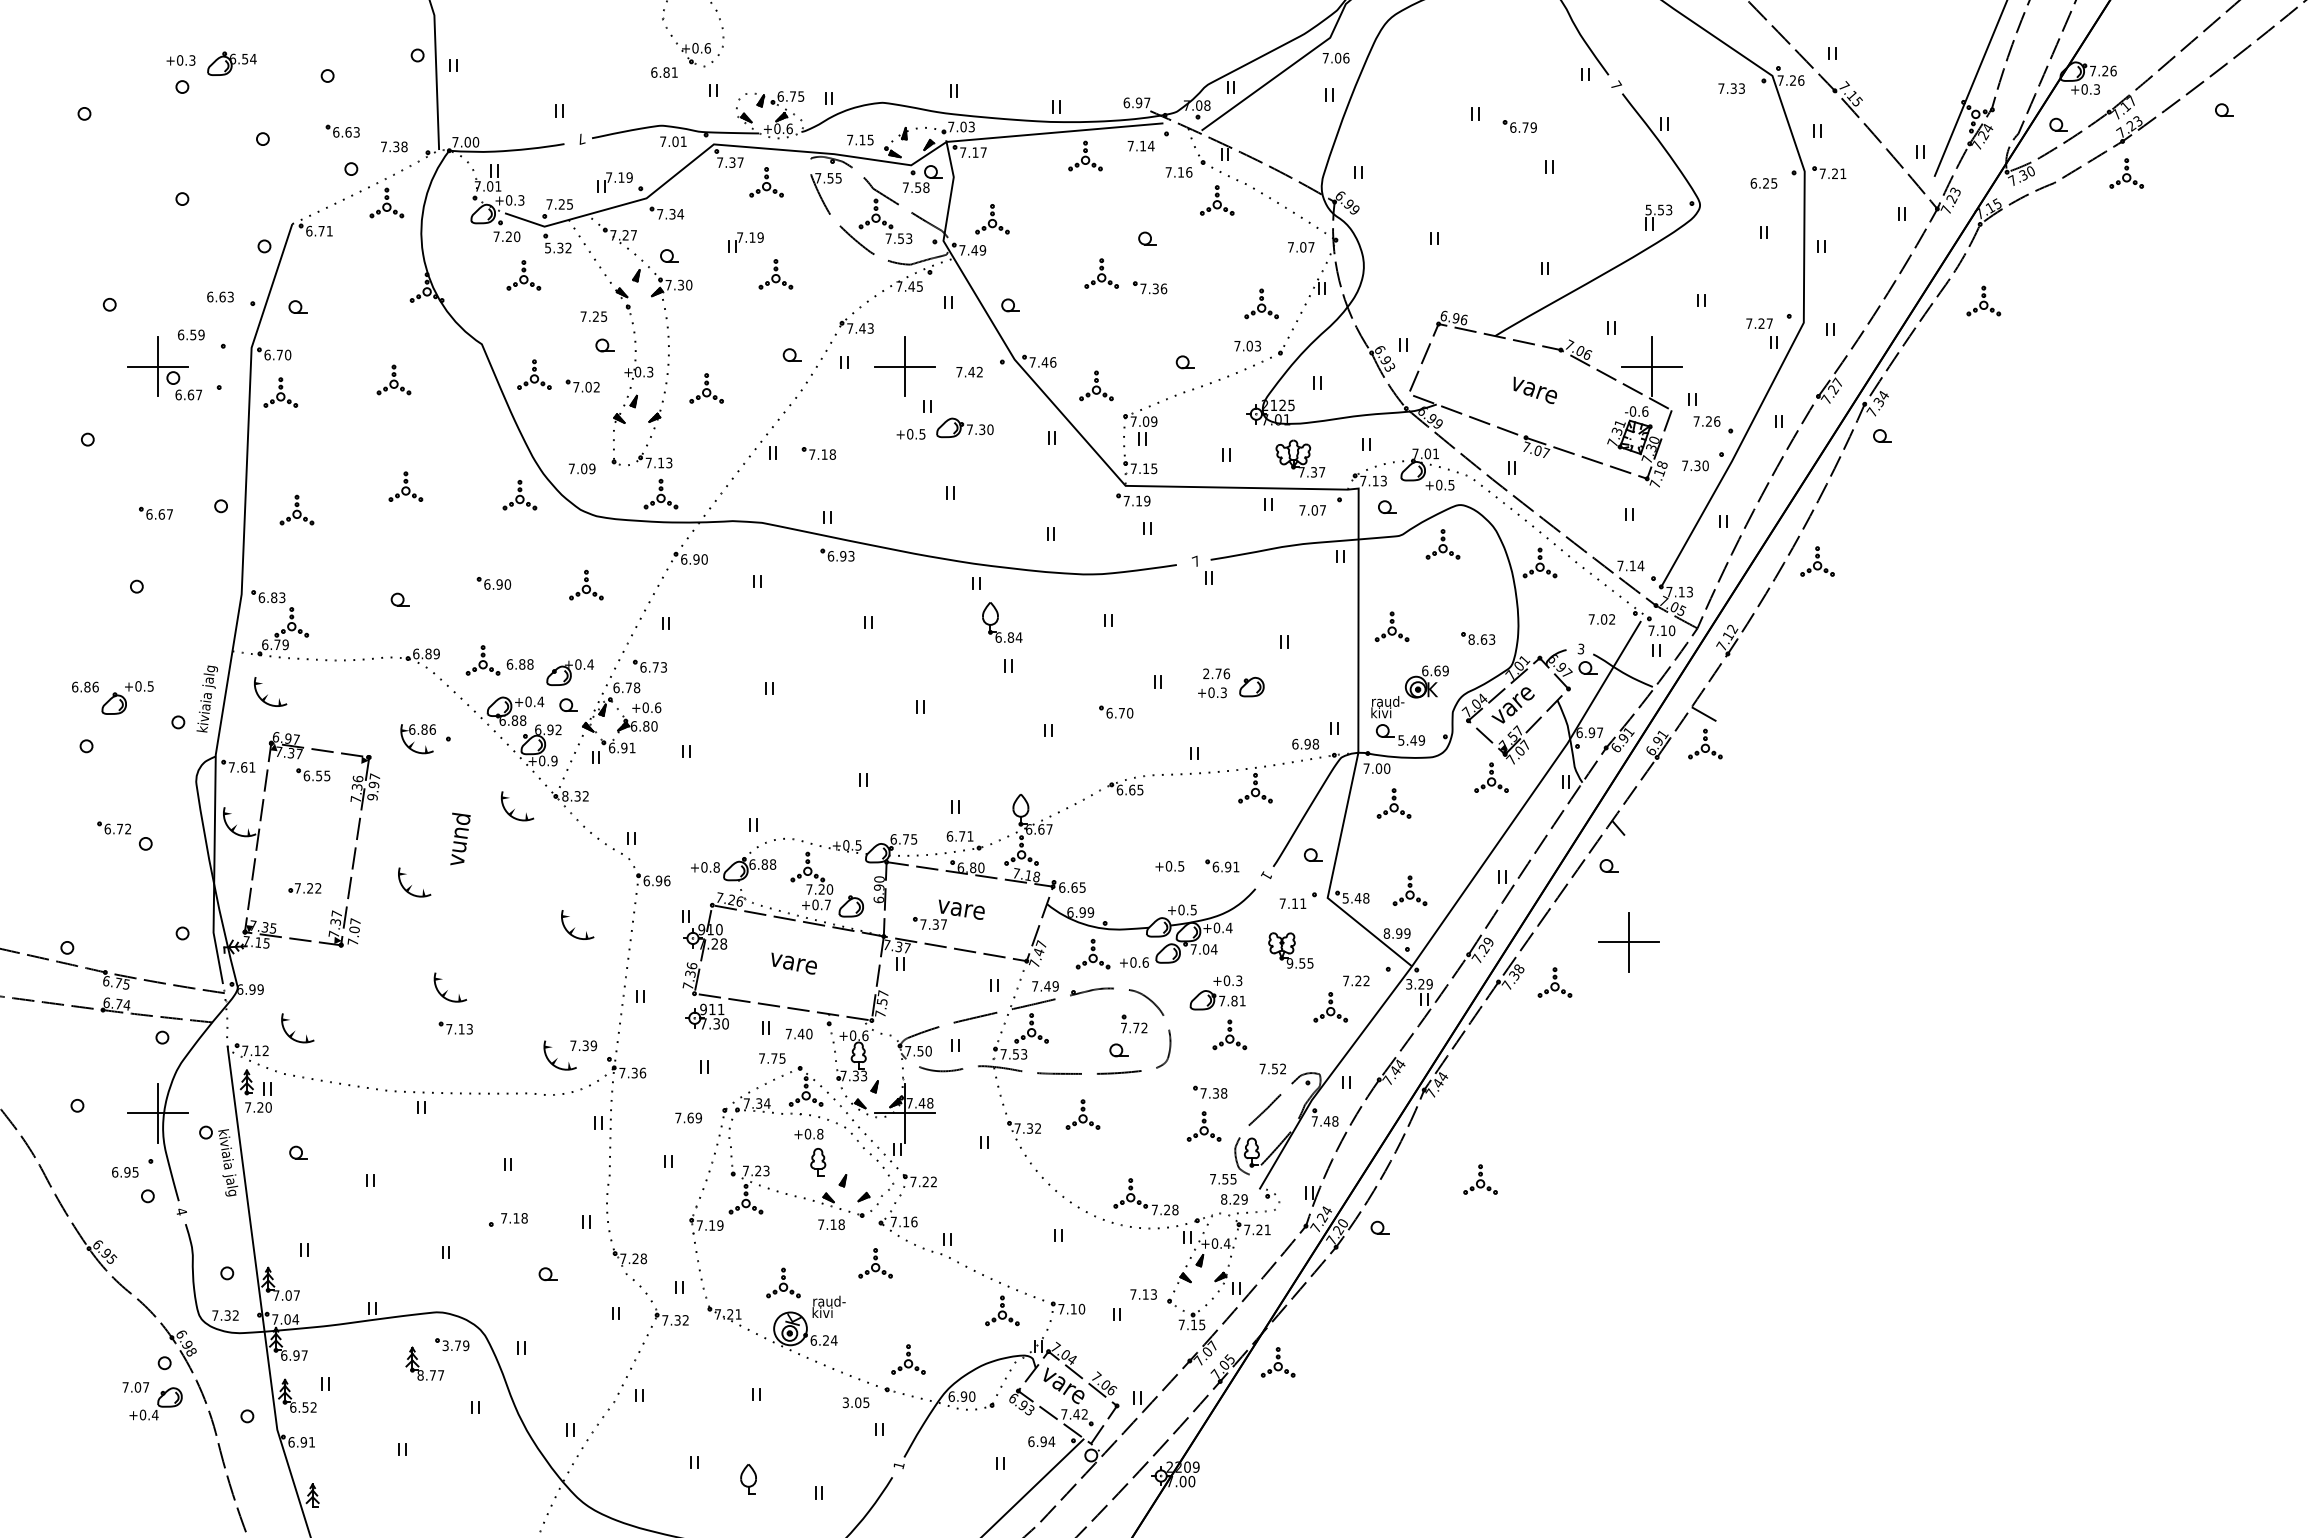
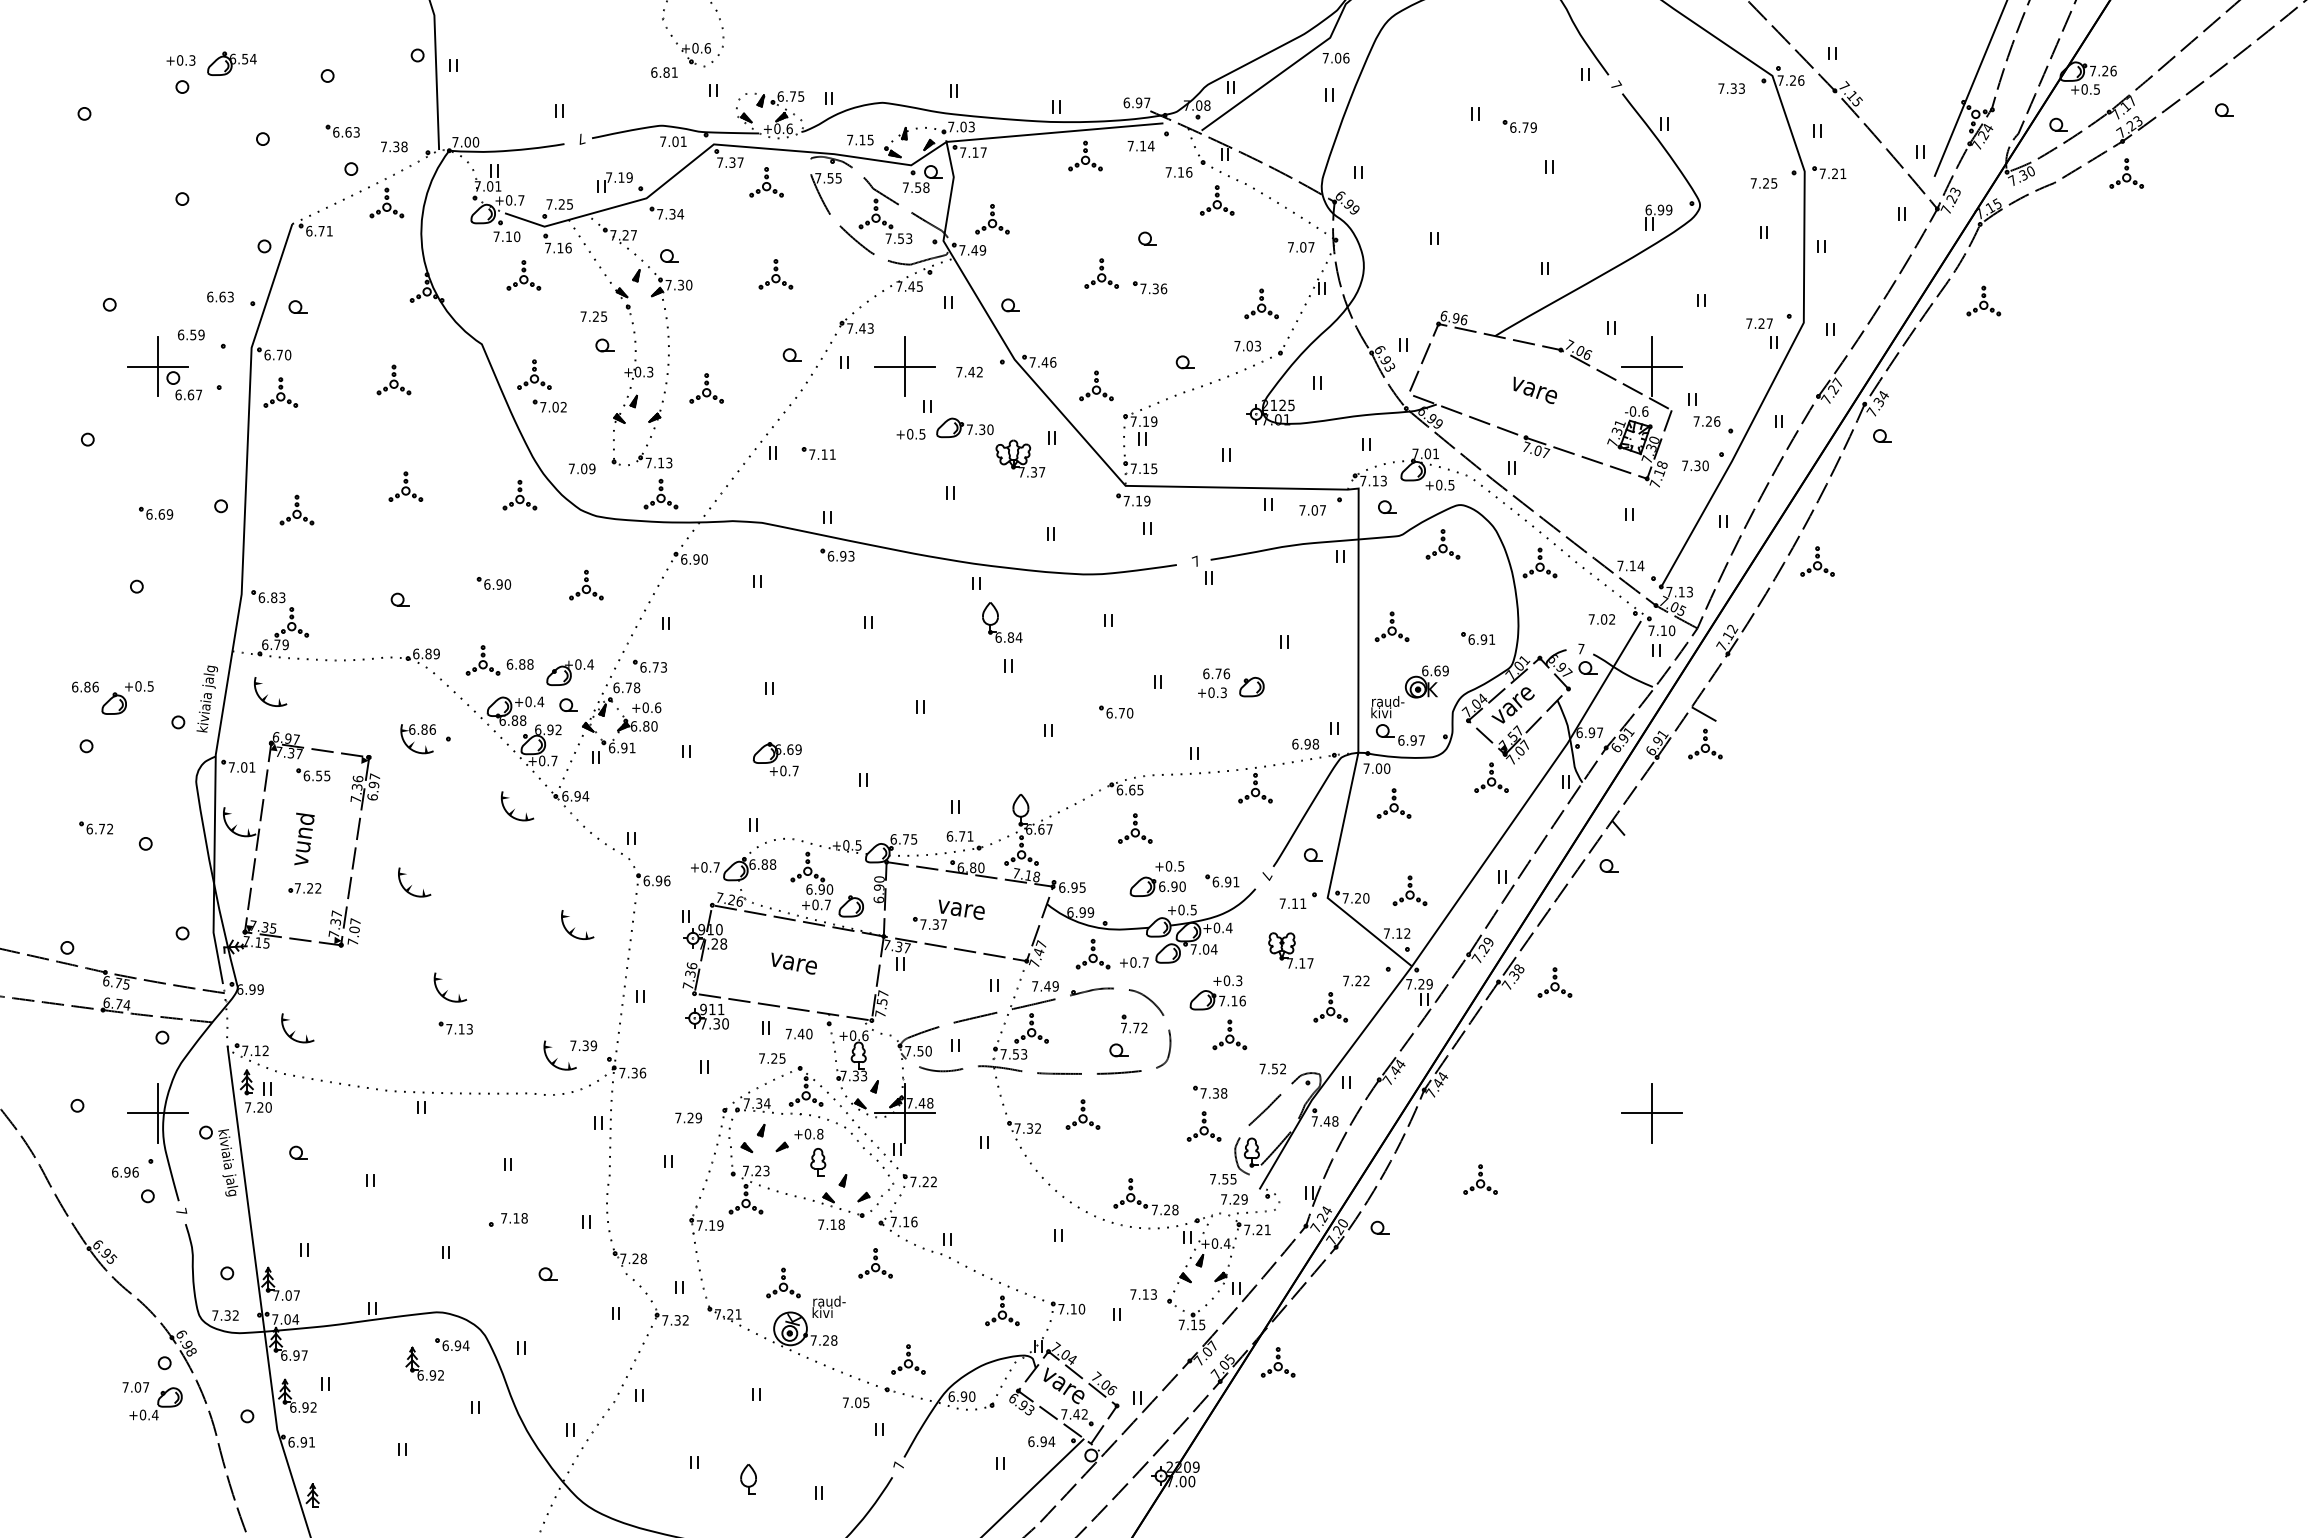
text at (2096, 88): +0.3 -> +0.5
text at (1753, 183): 6.25 -> 7.25
text at (521, 200): +0.3 -> +0.7
text at (1658, 209): 5.53 -> 6.99
text at (508, 236): 7.20 -> 7.10
part at (745, 242): present -> none
text at (558, 247): 5.32 -> 7.16
part at (582, 385) position: (582, 385) -> (549, 405)
text at (1145, 421): 7.09 -> 7.19
text at (832, 454): 7.18 -> 7.11
part at (1300, 458) position: (1300, 458) -> (1020, 458)
text at (169, 514): 6.67 -> 6.69
text at (1481, 639): 8.63 -> 6.91
text at (1580, 648): 3 -> 7
text at (1206, 673): 2.76 -> 6.76
text at (1411, 740): 5.49 -> 6.97
part at (776, 759): none -> present
text at (554, 760): +0.9 -> +0.7
text at (244, 767): 7.61 -> 7.01
text at (575, 796): 8.32 -> 6.94
text at (372, 797): 9.97 -> 6.97
part at (113, 827) position: (113, 827) -> (95, 827)
part at (1135, 828): none -> present
text at (460, 838) position: (460, 838) -> (304, 838)
part at (1222, 865) position: (1222, 865) -> (1222, 880)
text at (716, 867): +0.8 -> +0.7
text at (1266, 875): 1 -> 7
part at (1157, 886): none -> present
text at (1074, 887): 6.65 -> 6.95
text at (815, 889): 7.20 -> 6.90
text at (1355, 898): 5.48 -> 7.20
text at (1396, 933): 8.99 -> 7.12
part at (1628, 942) position: (1628, 942) -> (1651, 1113)
text at (1145, 962): +0.6 -> +0.7
text at (1299, 963): 9.55 -> 7.17
text at (1409, 984): 3.29 -> 7.29
text at (1238, 1000): 7.81 -> 7.16
text at (774, 1058): 7.75 -> 7.25
text at (690, 1117): 7.69 -> 7.29
part at (764, 1138): none -> present
text at (135, 1172): 6.95 -> 6.96
text at (1224, 1199): 8.29 -> 7.29
text at (181, 1211): 4 -> 7
text at (823, 1340): 6.24 -> 7.28
text at (455, 1345): 3.79 -> 6.94
text at (430, 1375): 8.77 -> 6.92
text at (845, 1402): 3.05 -> 7.05
text at (305, 1407): 6.52 -> 6.92
text at (898, 1465): 1 -> 7
